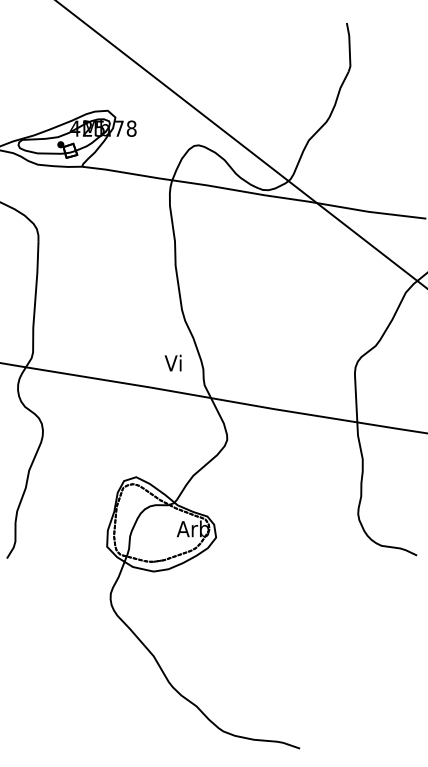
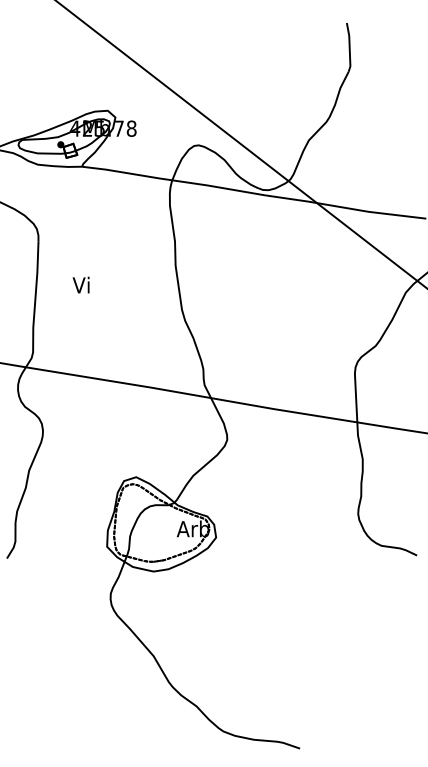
text at (172, 362) position: (172, 362) -> (80, 284)
